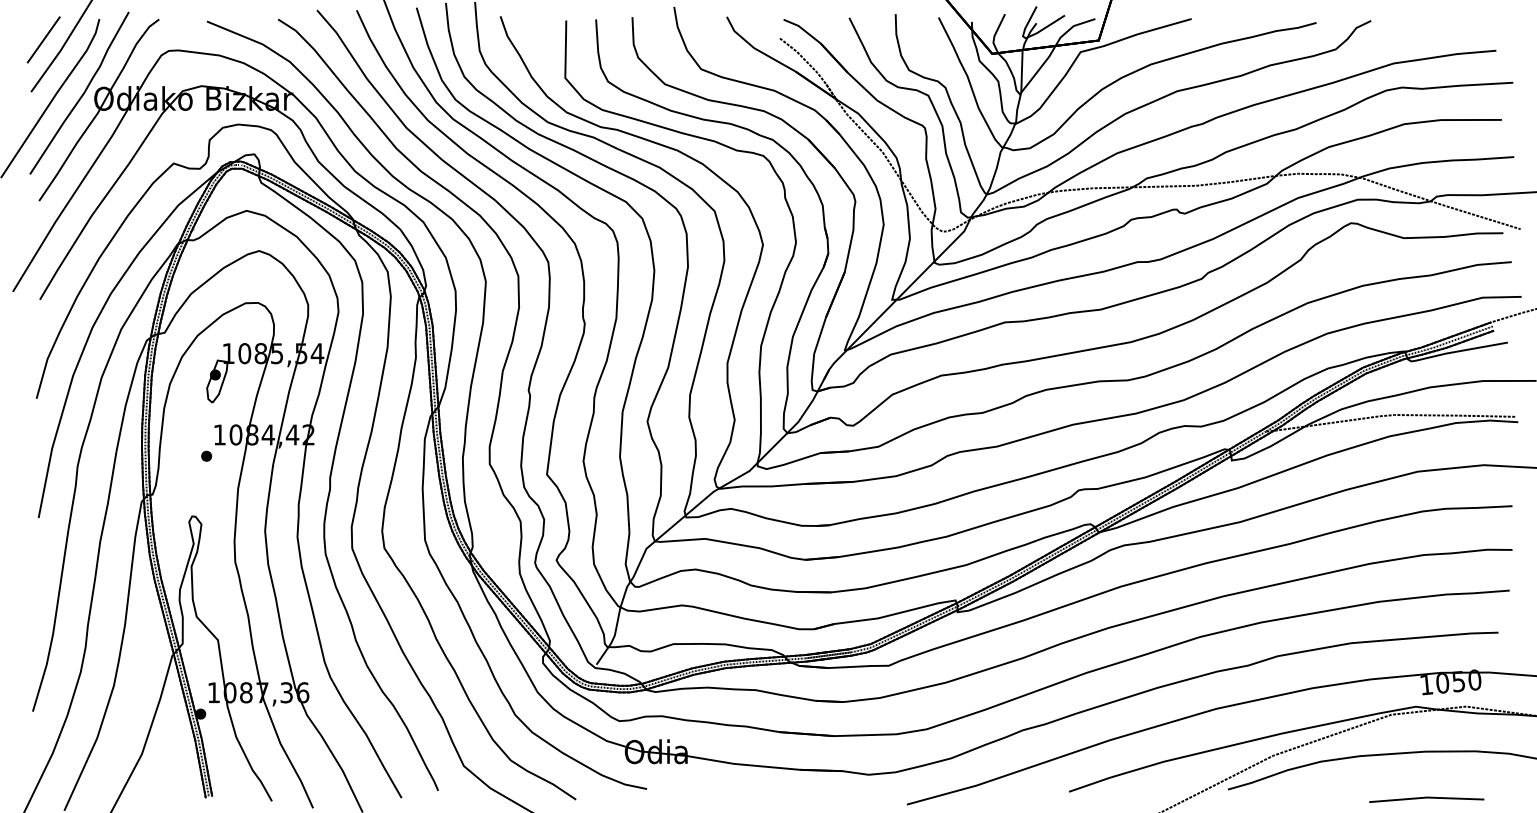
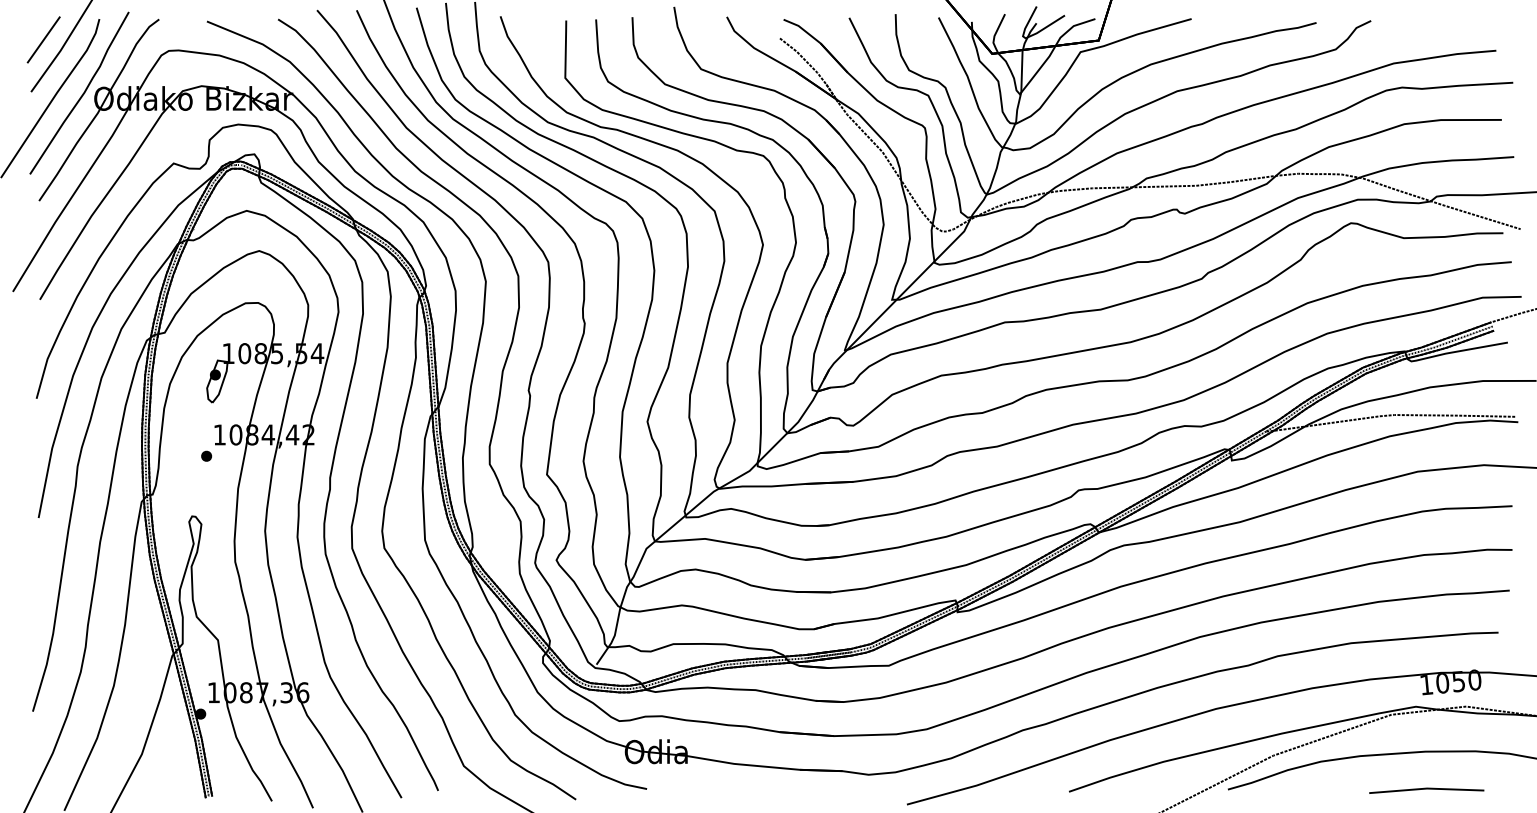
line at (1426, 798) position: (1426, 798) -> (1426, 789)
